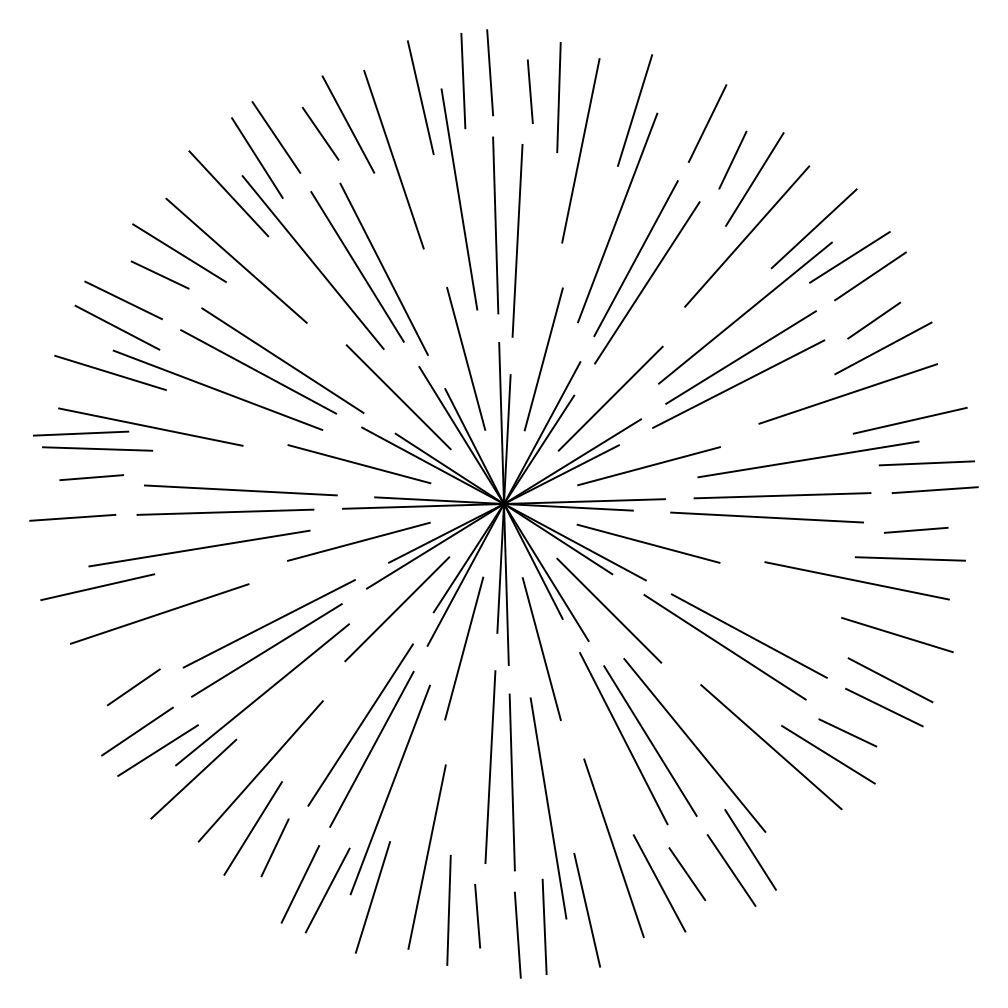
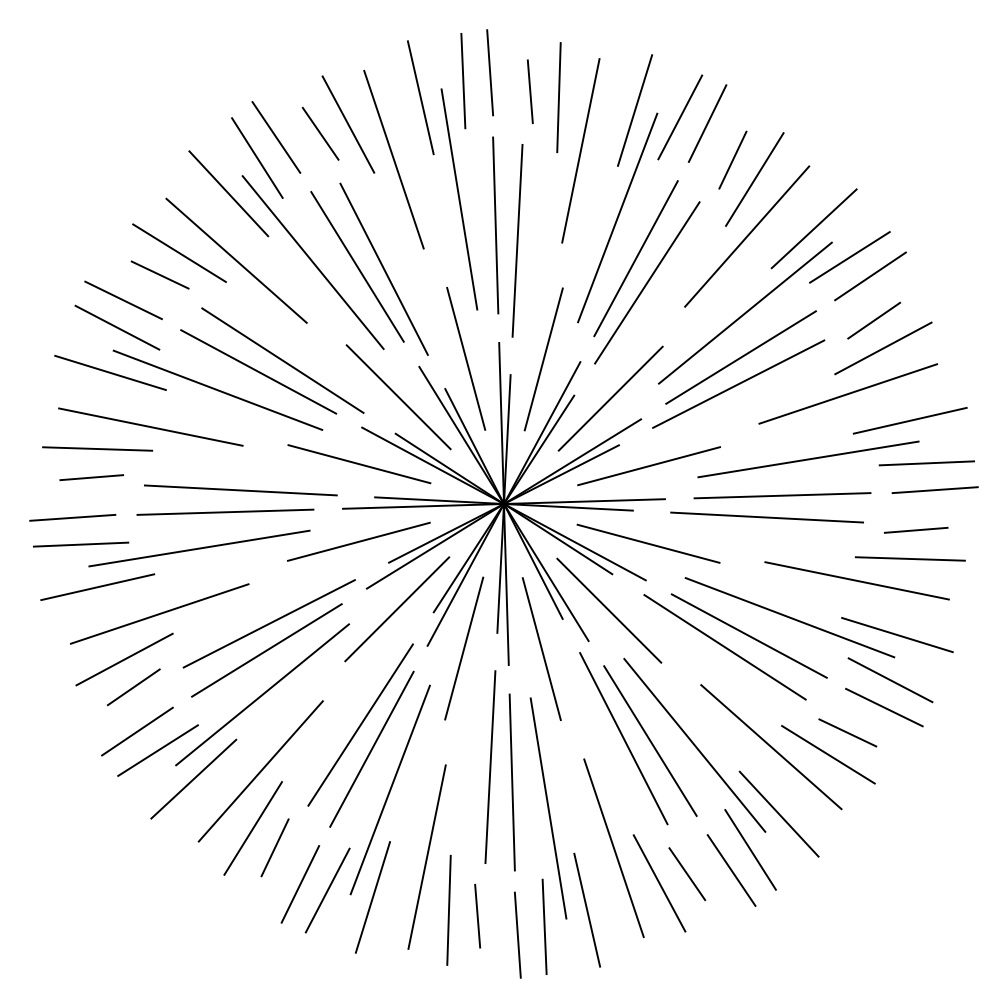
line at (680, 117): none -> present
line at (81, 433) position: (81, 433) -> (81, 544)
line at (789, 617): none -> present
line at (124, 659): none -> present
line at (778, 813): none -> present
